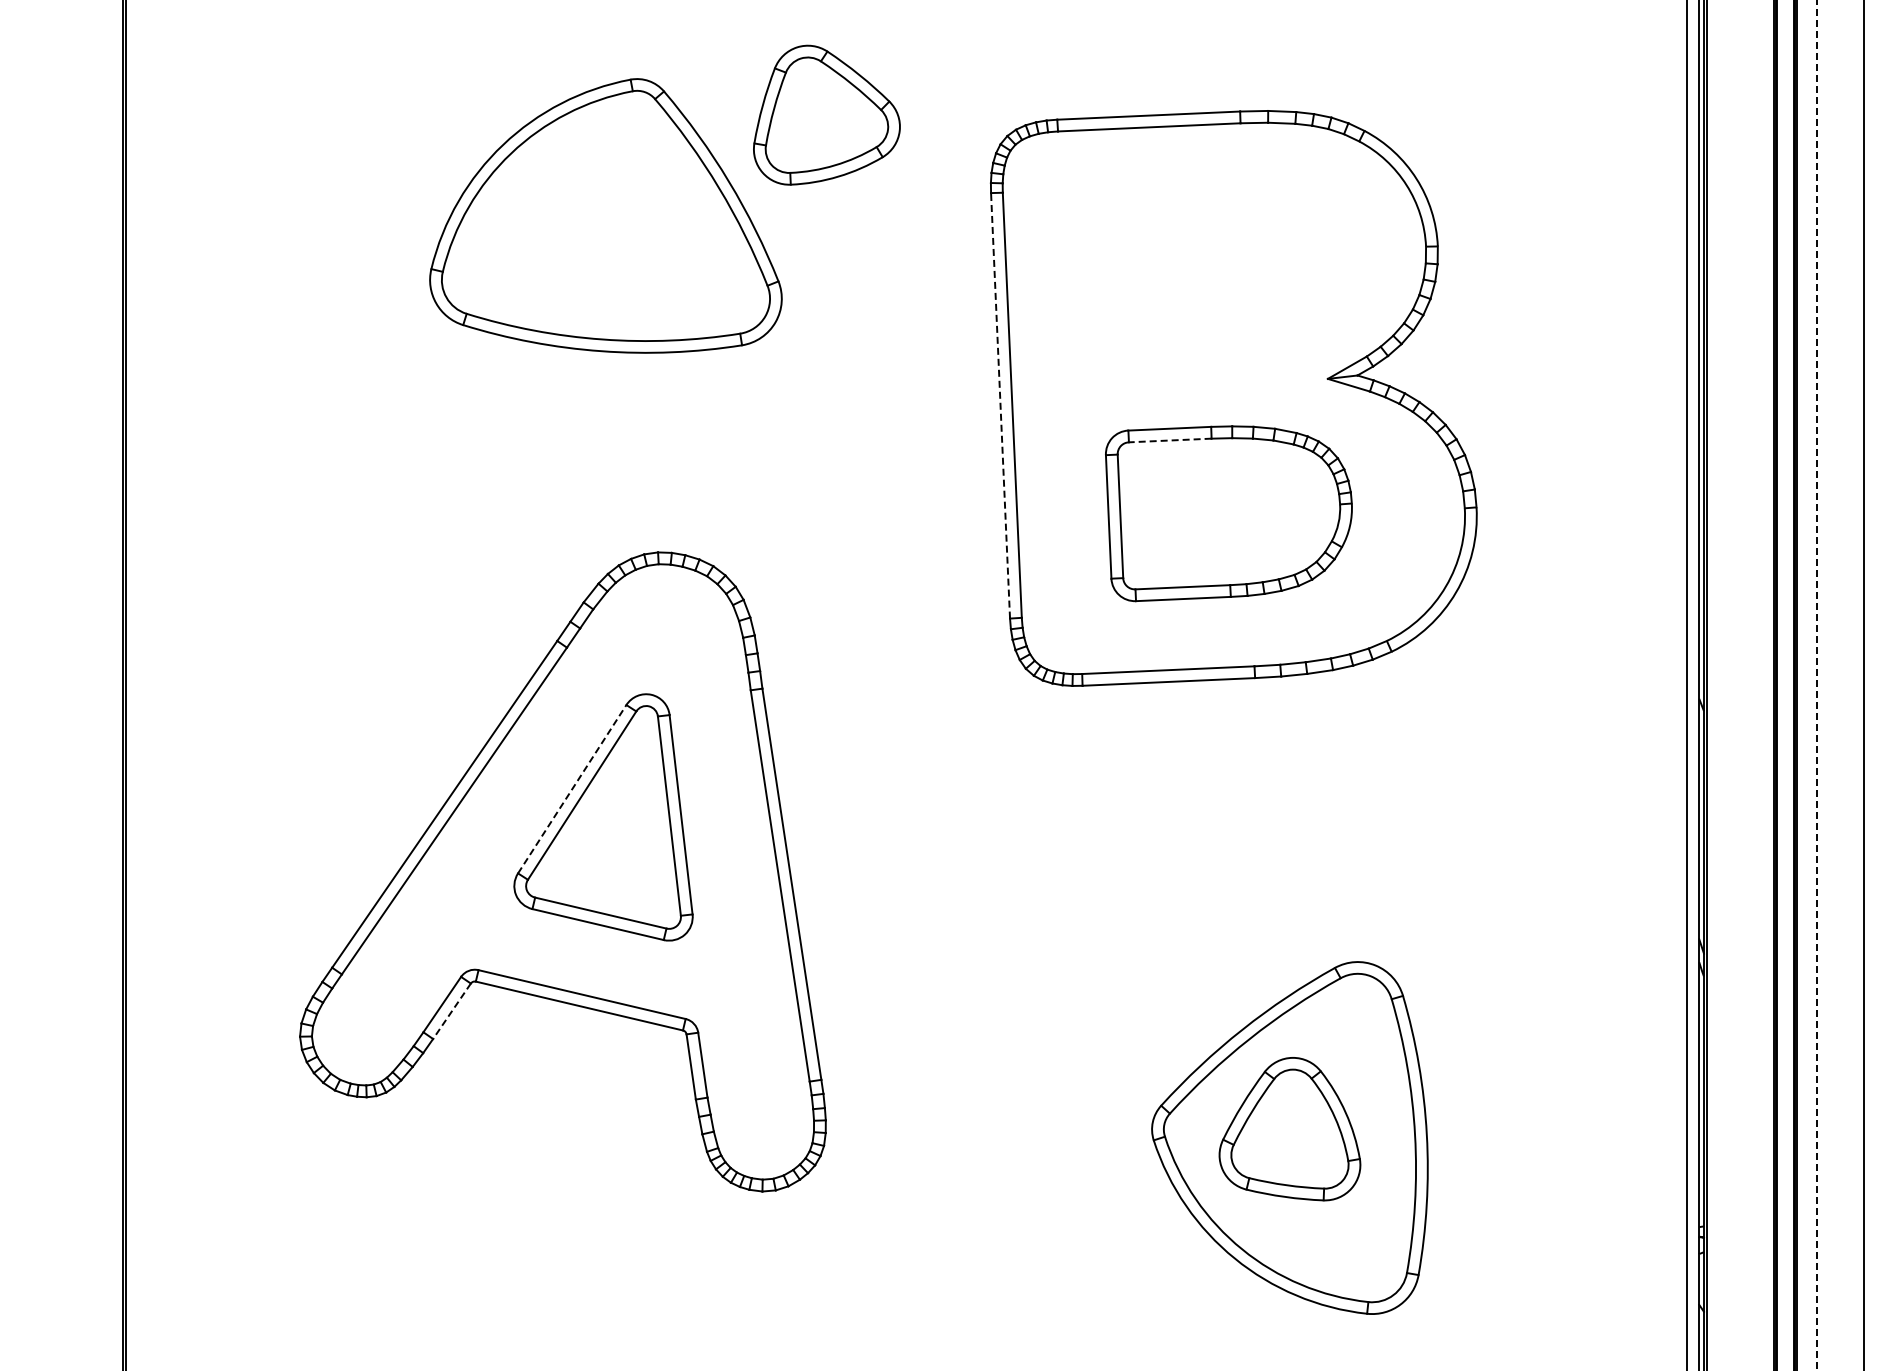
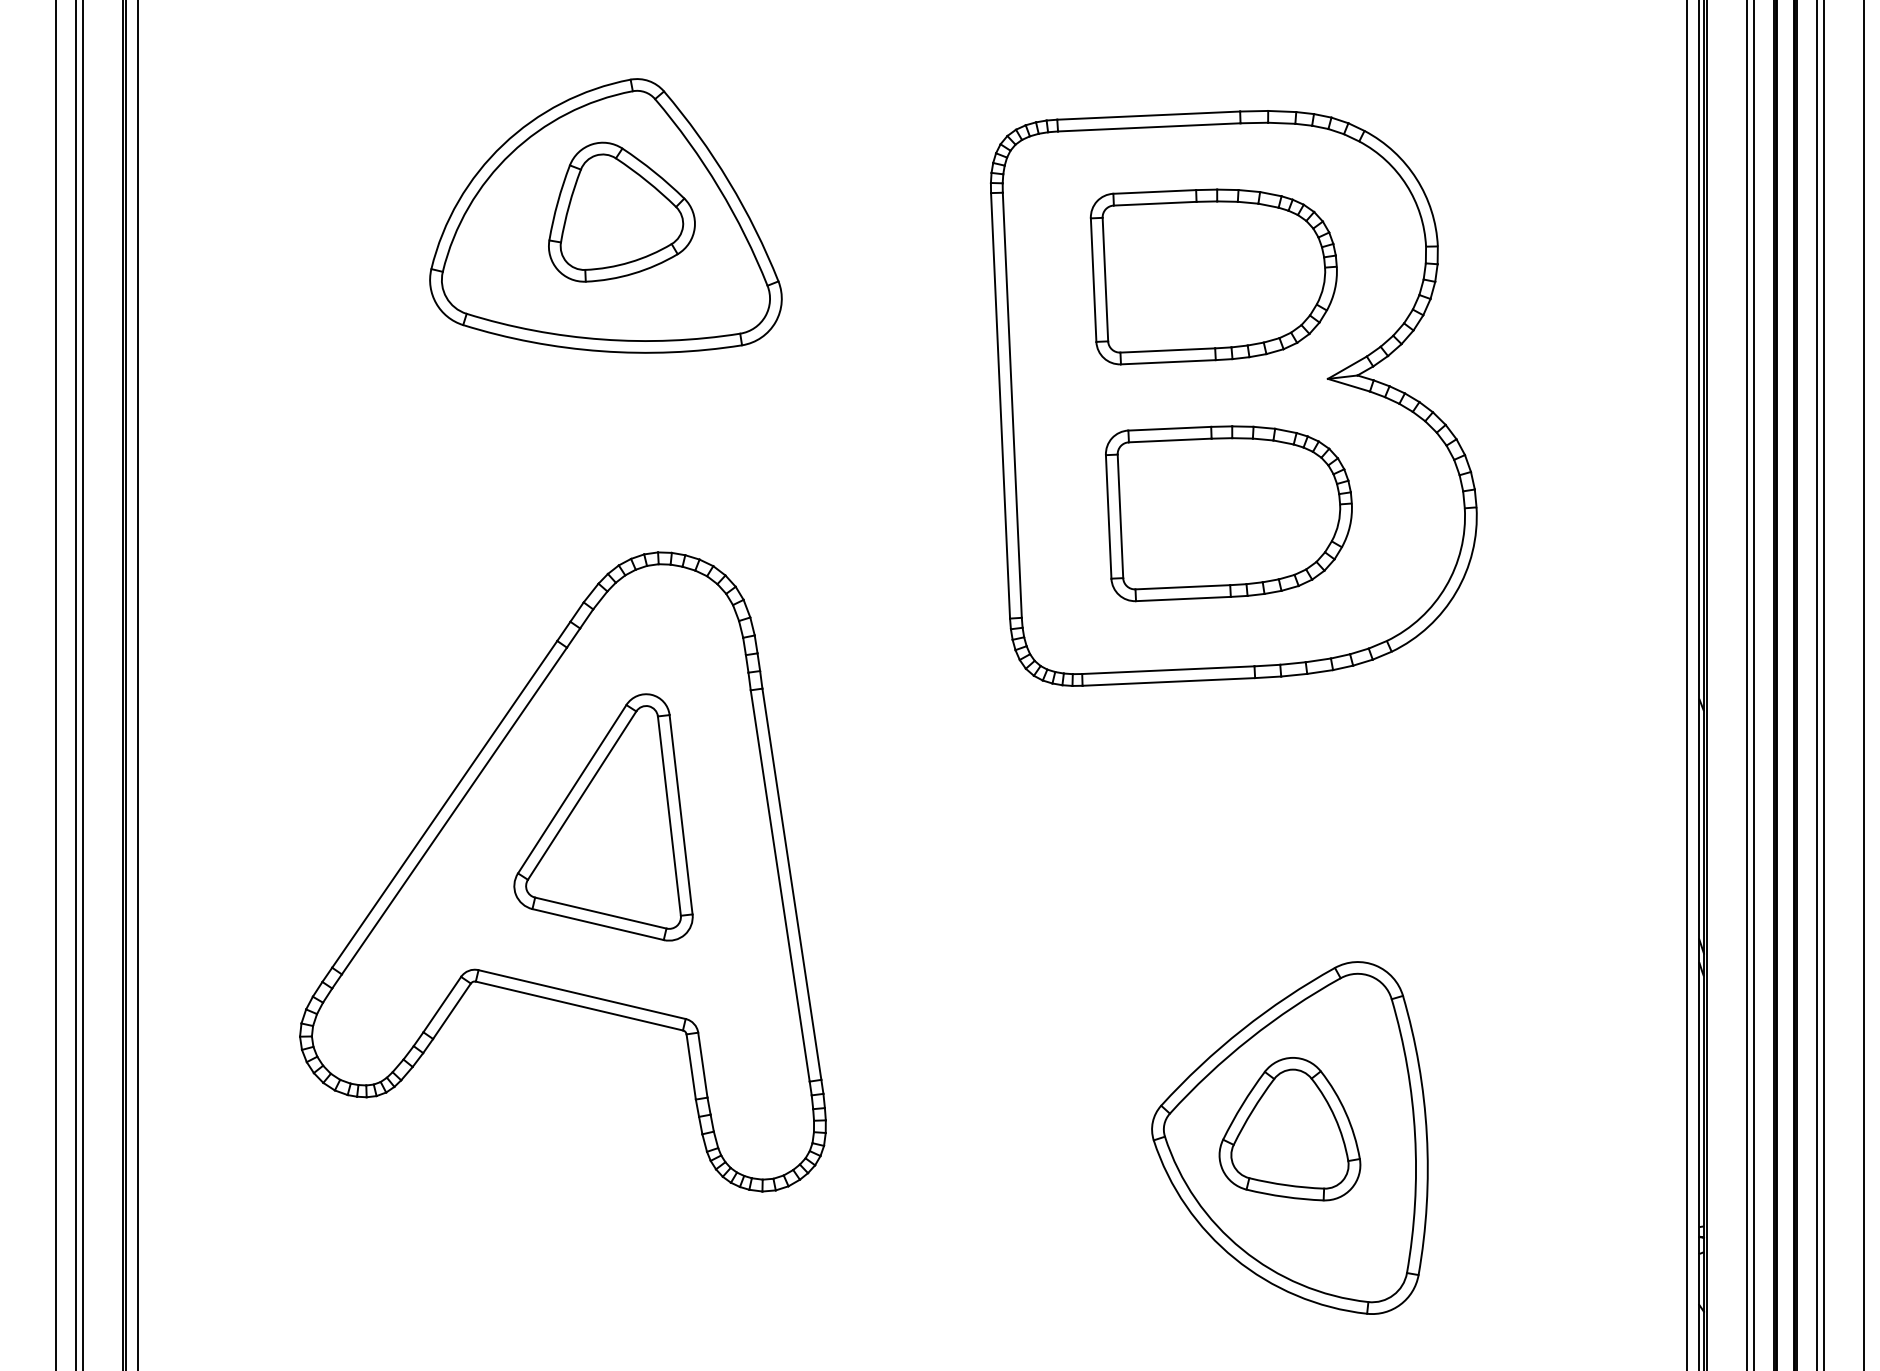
part at (826, 114) position: (826, 114) -> (621, 211)
part at (1213, 276): none -> present
line at (1000, 405): dashed -> solid
line at (1169, 440): dashed -> solid
line at (56, 684): none -> present
line at (76, 684): none -> present
line at (82, 684): none -> present
line at (137, 684): none -> present
line at (1747, 684): none -> present
line at (1754, 684): none -> present
line at (1823, 684): none -> present
line at (1816, 685): dashed -> solid
line at (572, 788): dashed -> solid
line at (452, 1011): dashed -> solid
